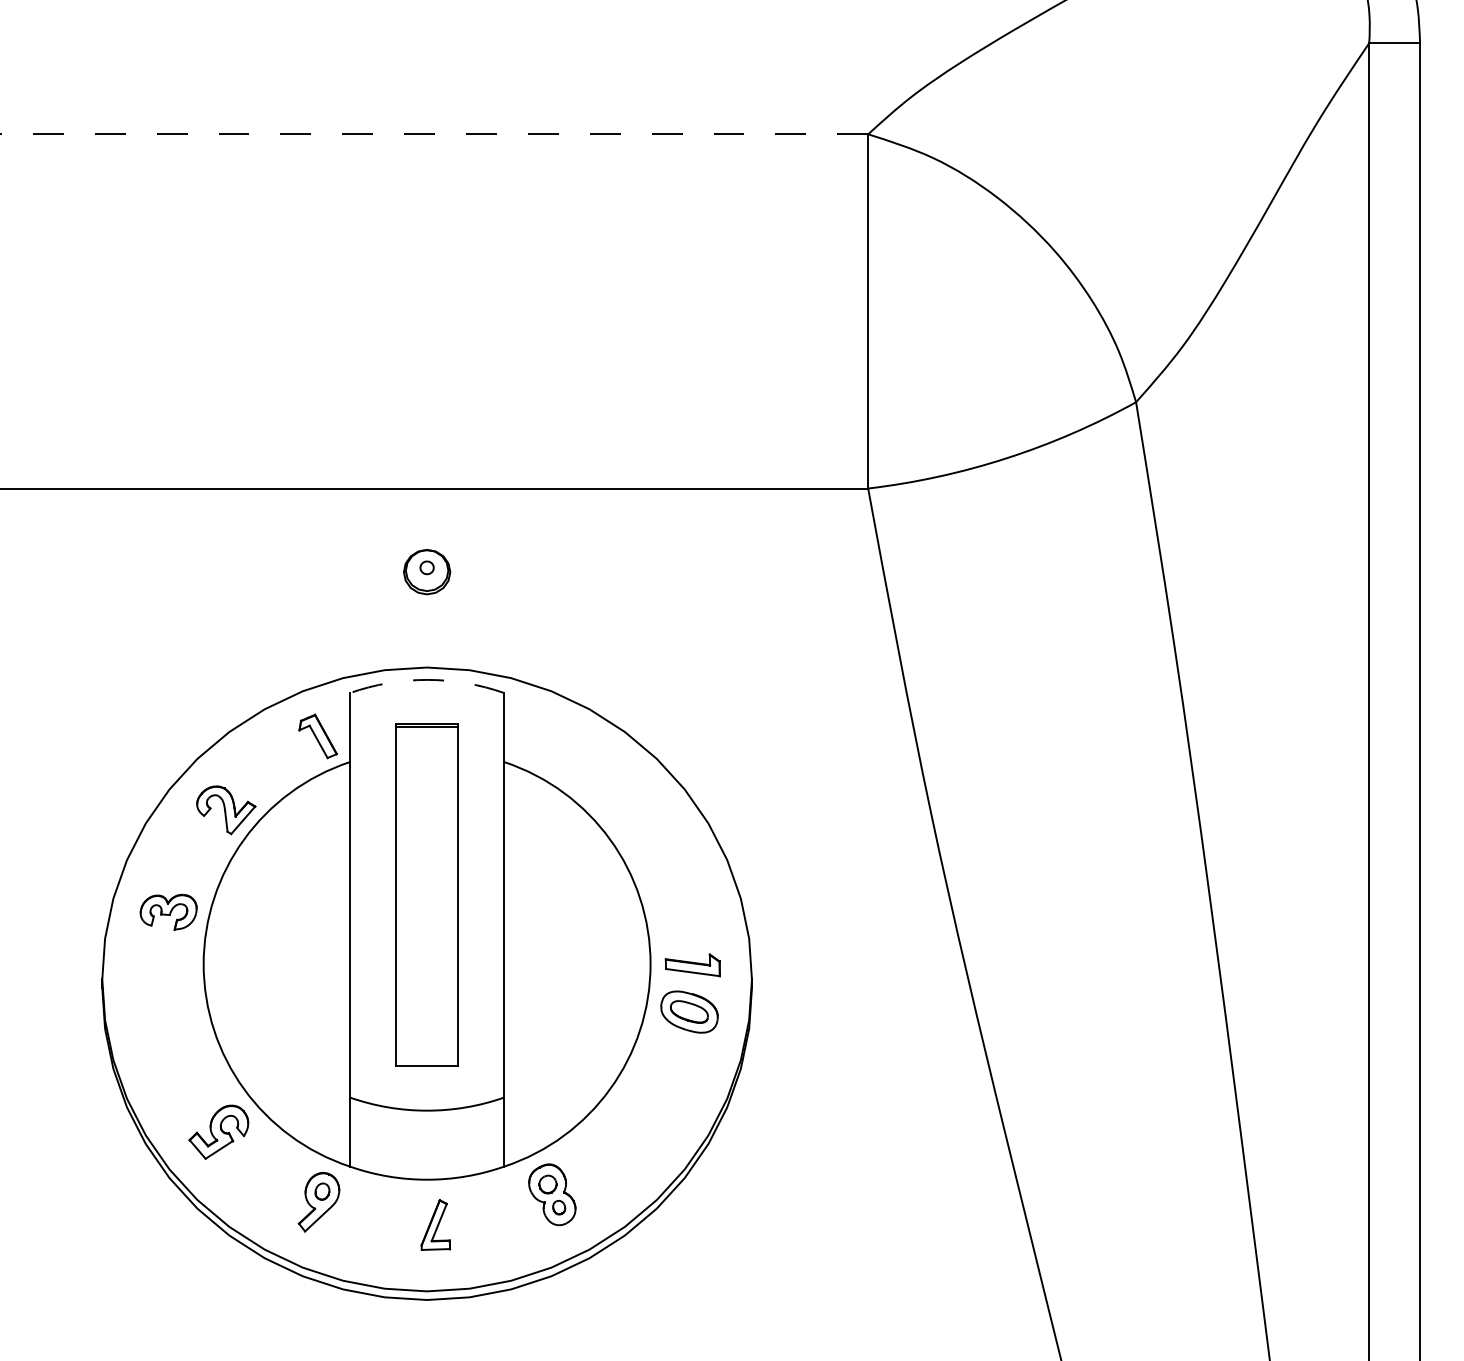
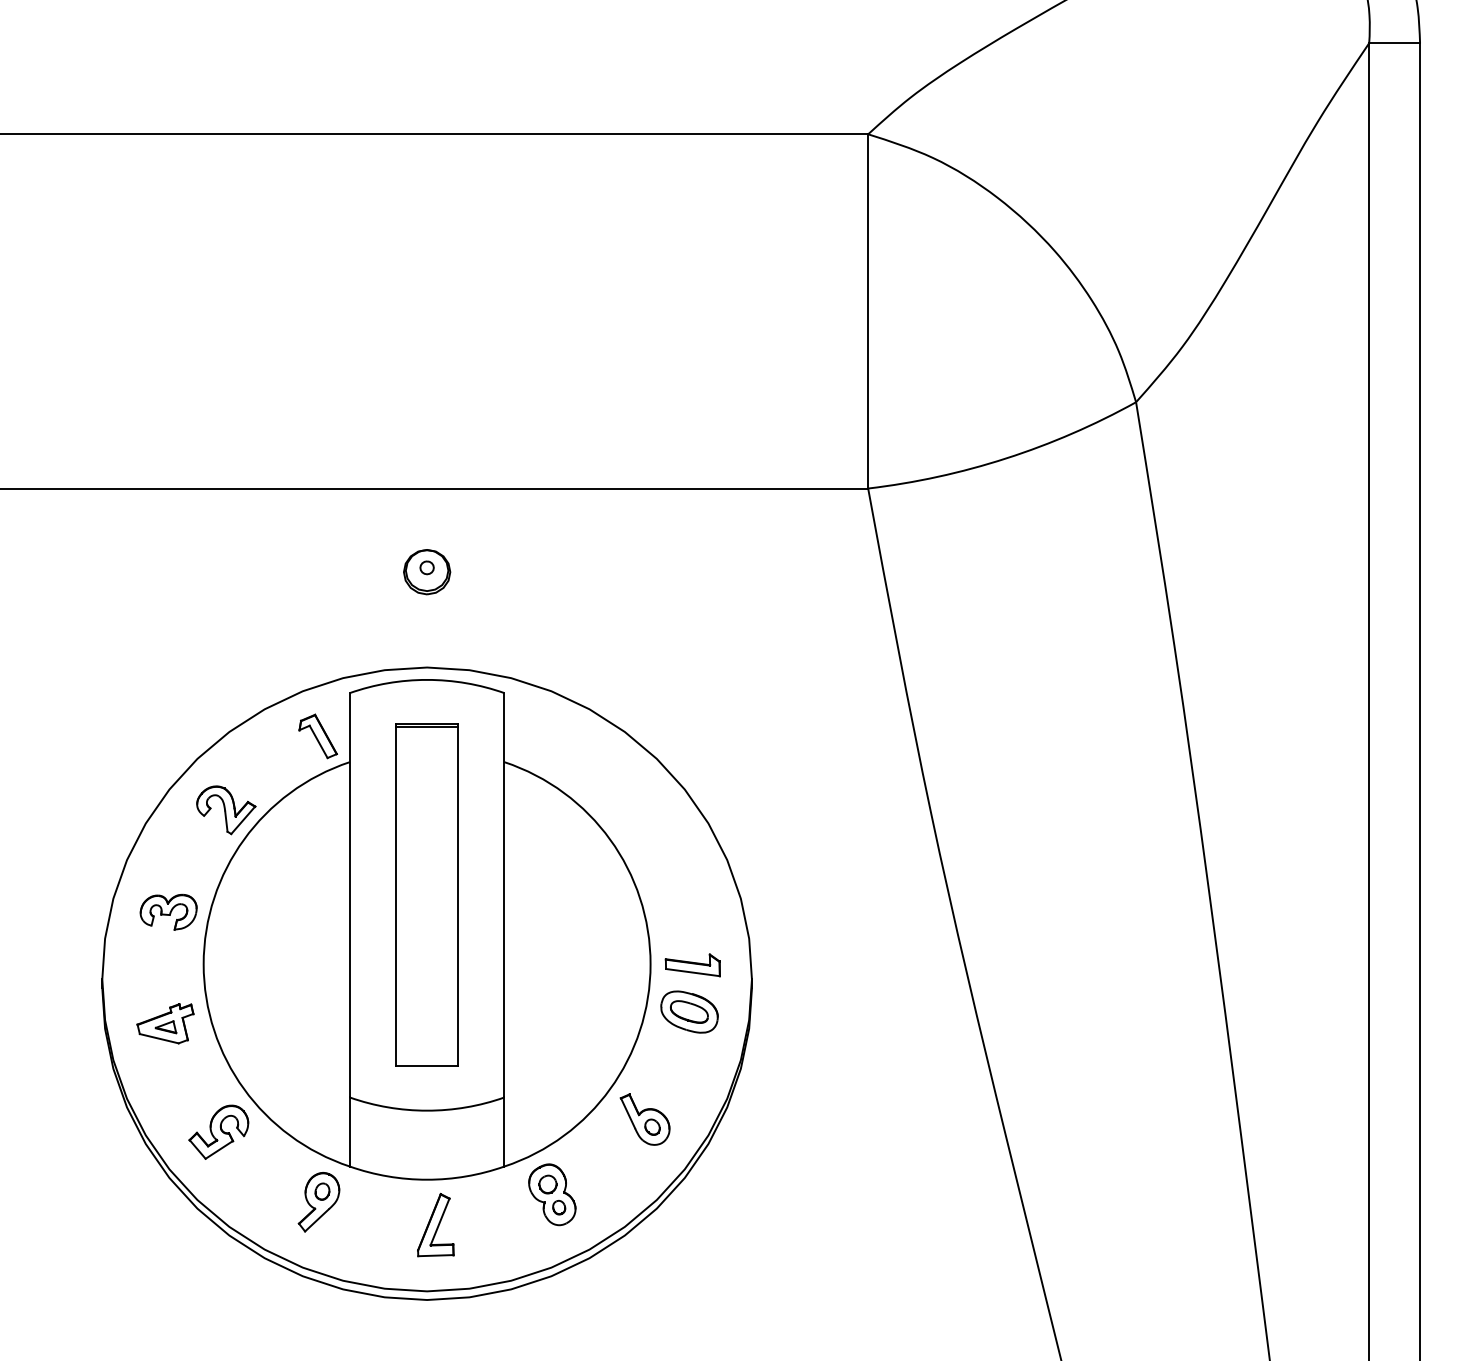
line at (434, 134): dashed -> solid
arc at (427, 679): dashed -> solid
part at (165, 1023): none -> present
part at (644, 1119): none -> present
part at (435, 1224) size: 32x52 px -> 38x66 px
